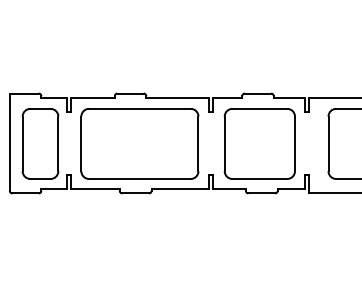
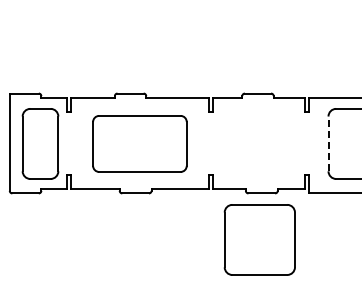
part at (139, 143) size: 120x72 px -> 96x58 px
part at (259, 143) position: (259, 143) -> (259, 239)
line at (328, 143): solid -> dashed
